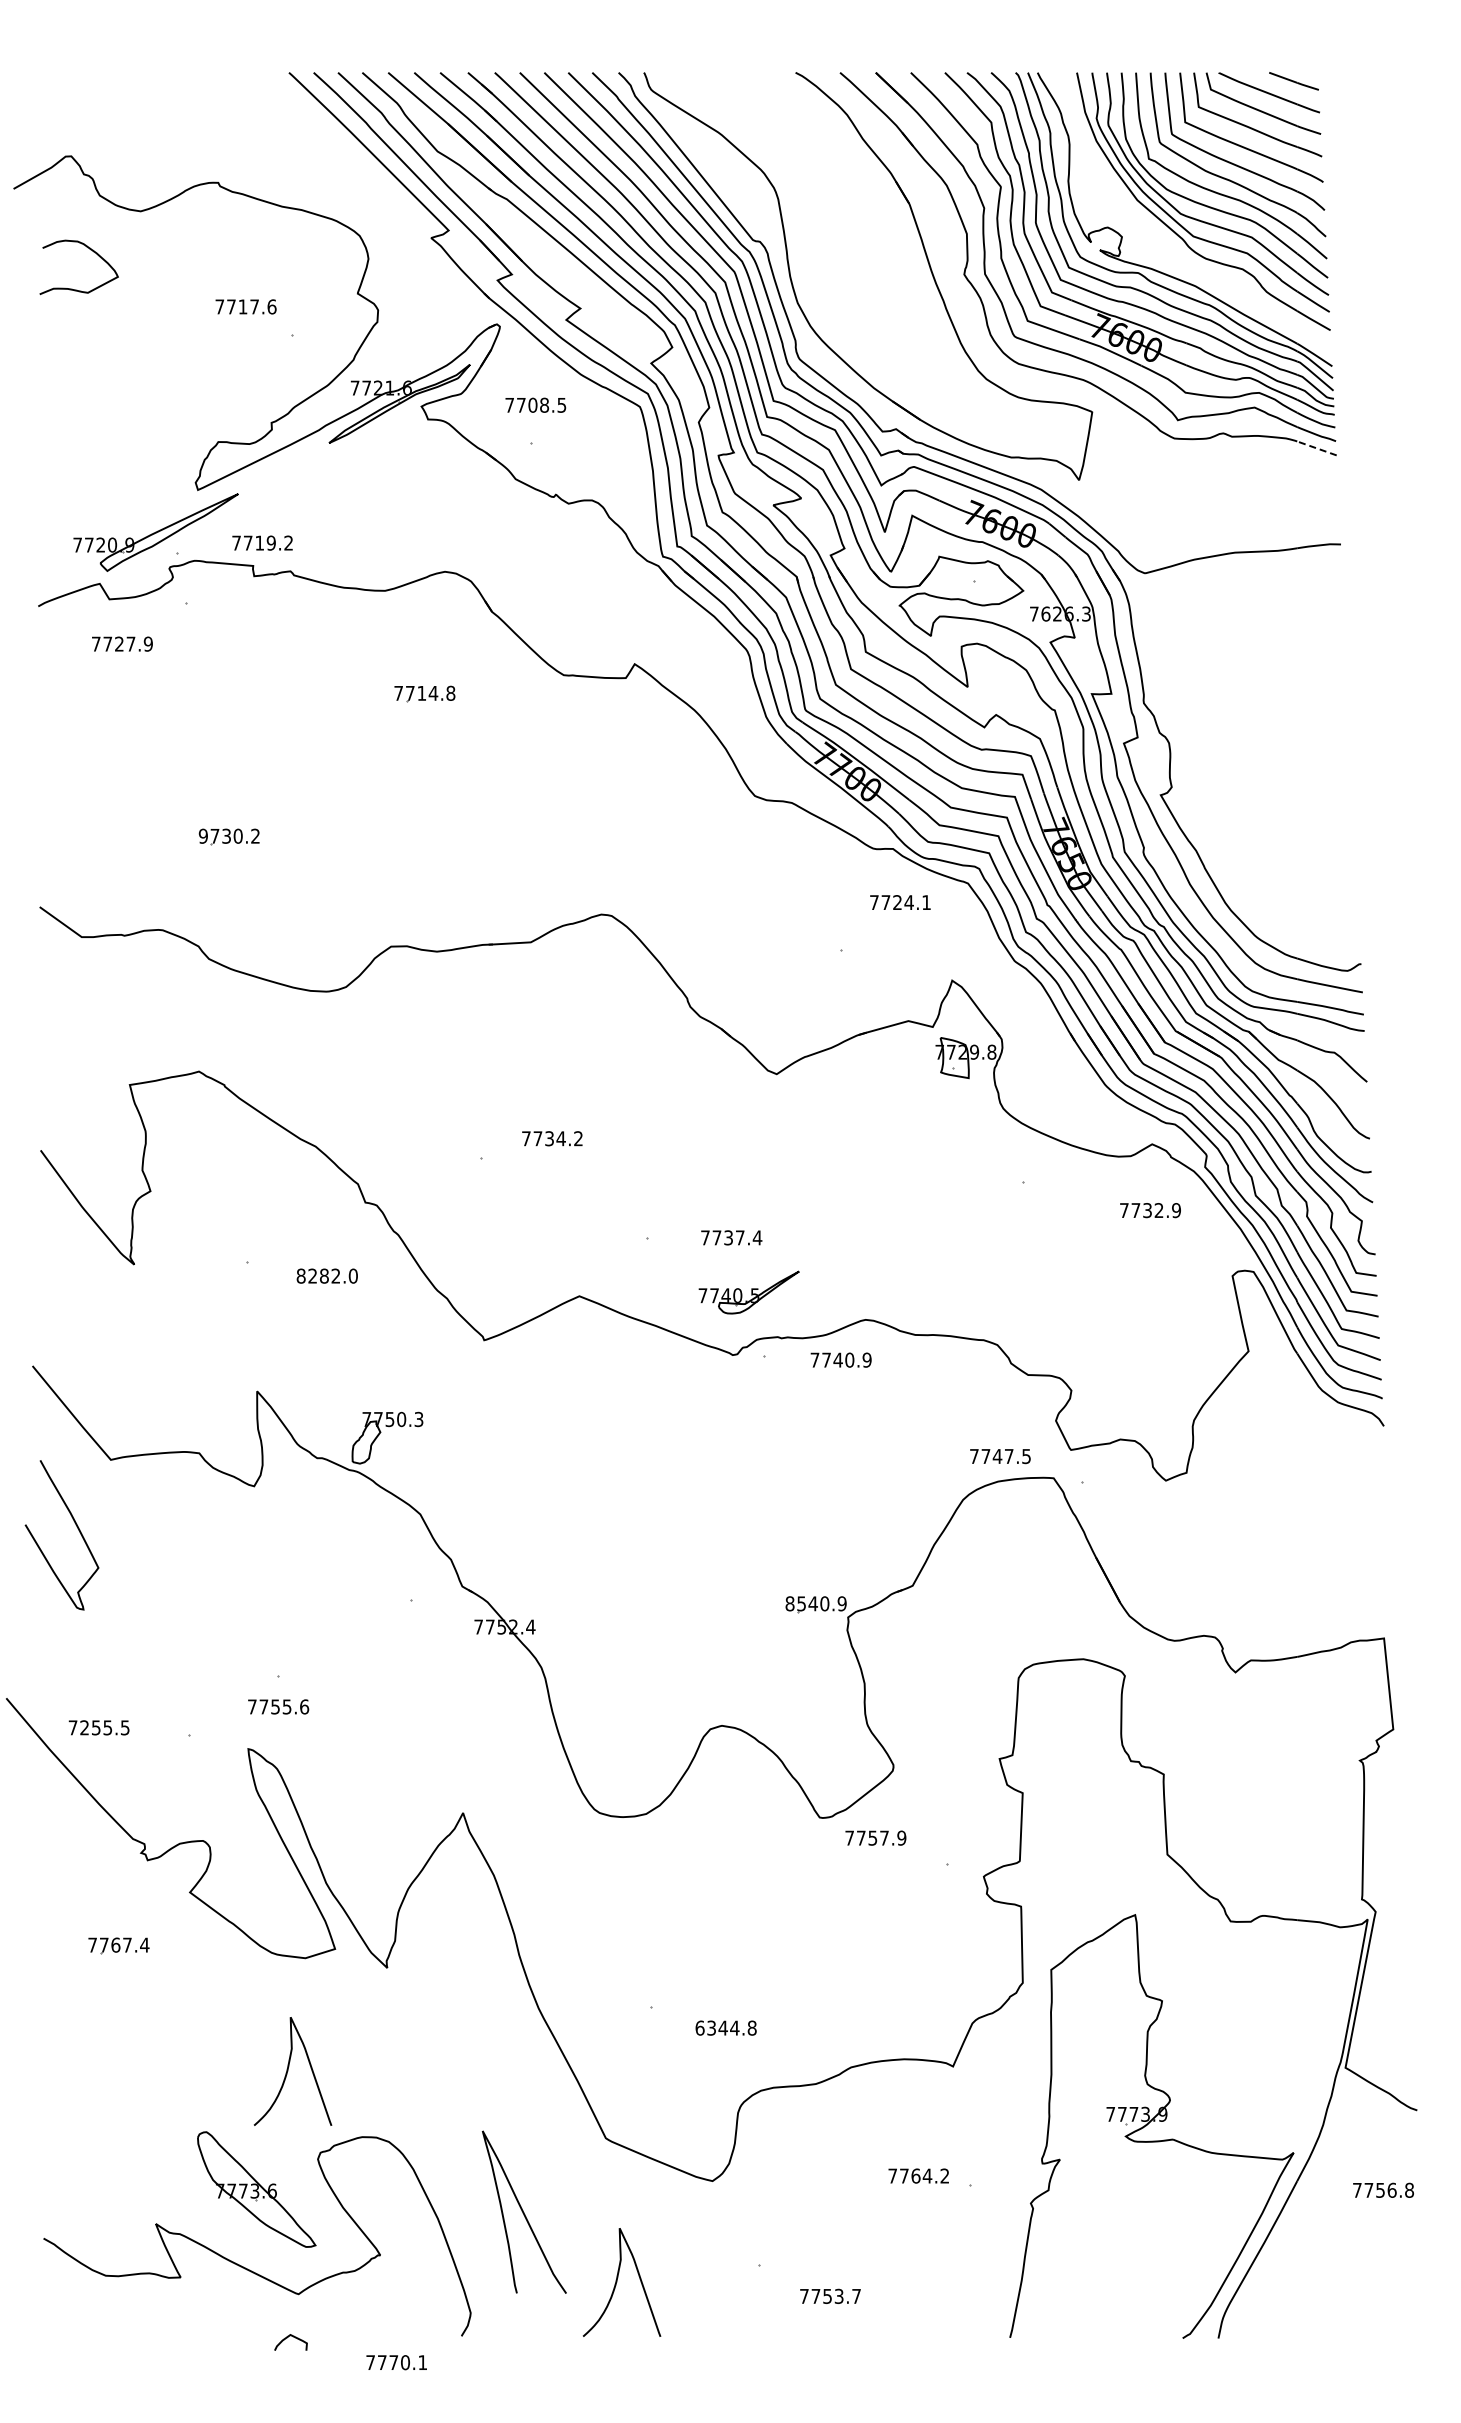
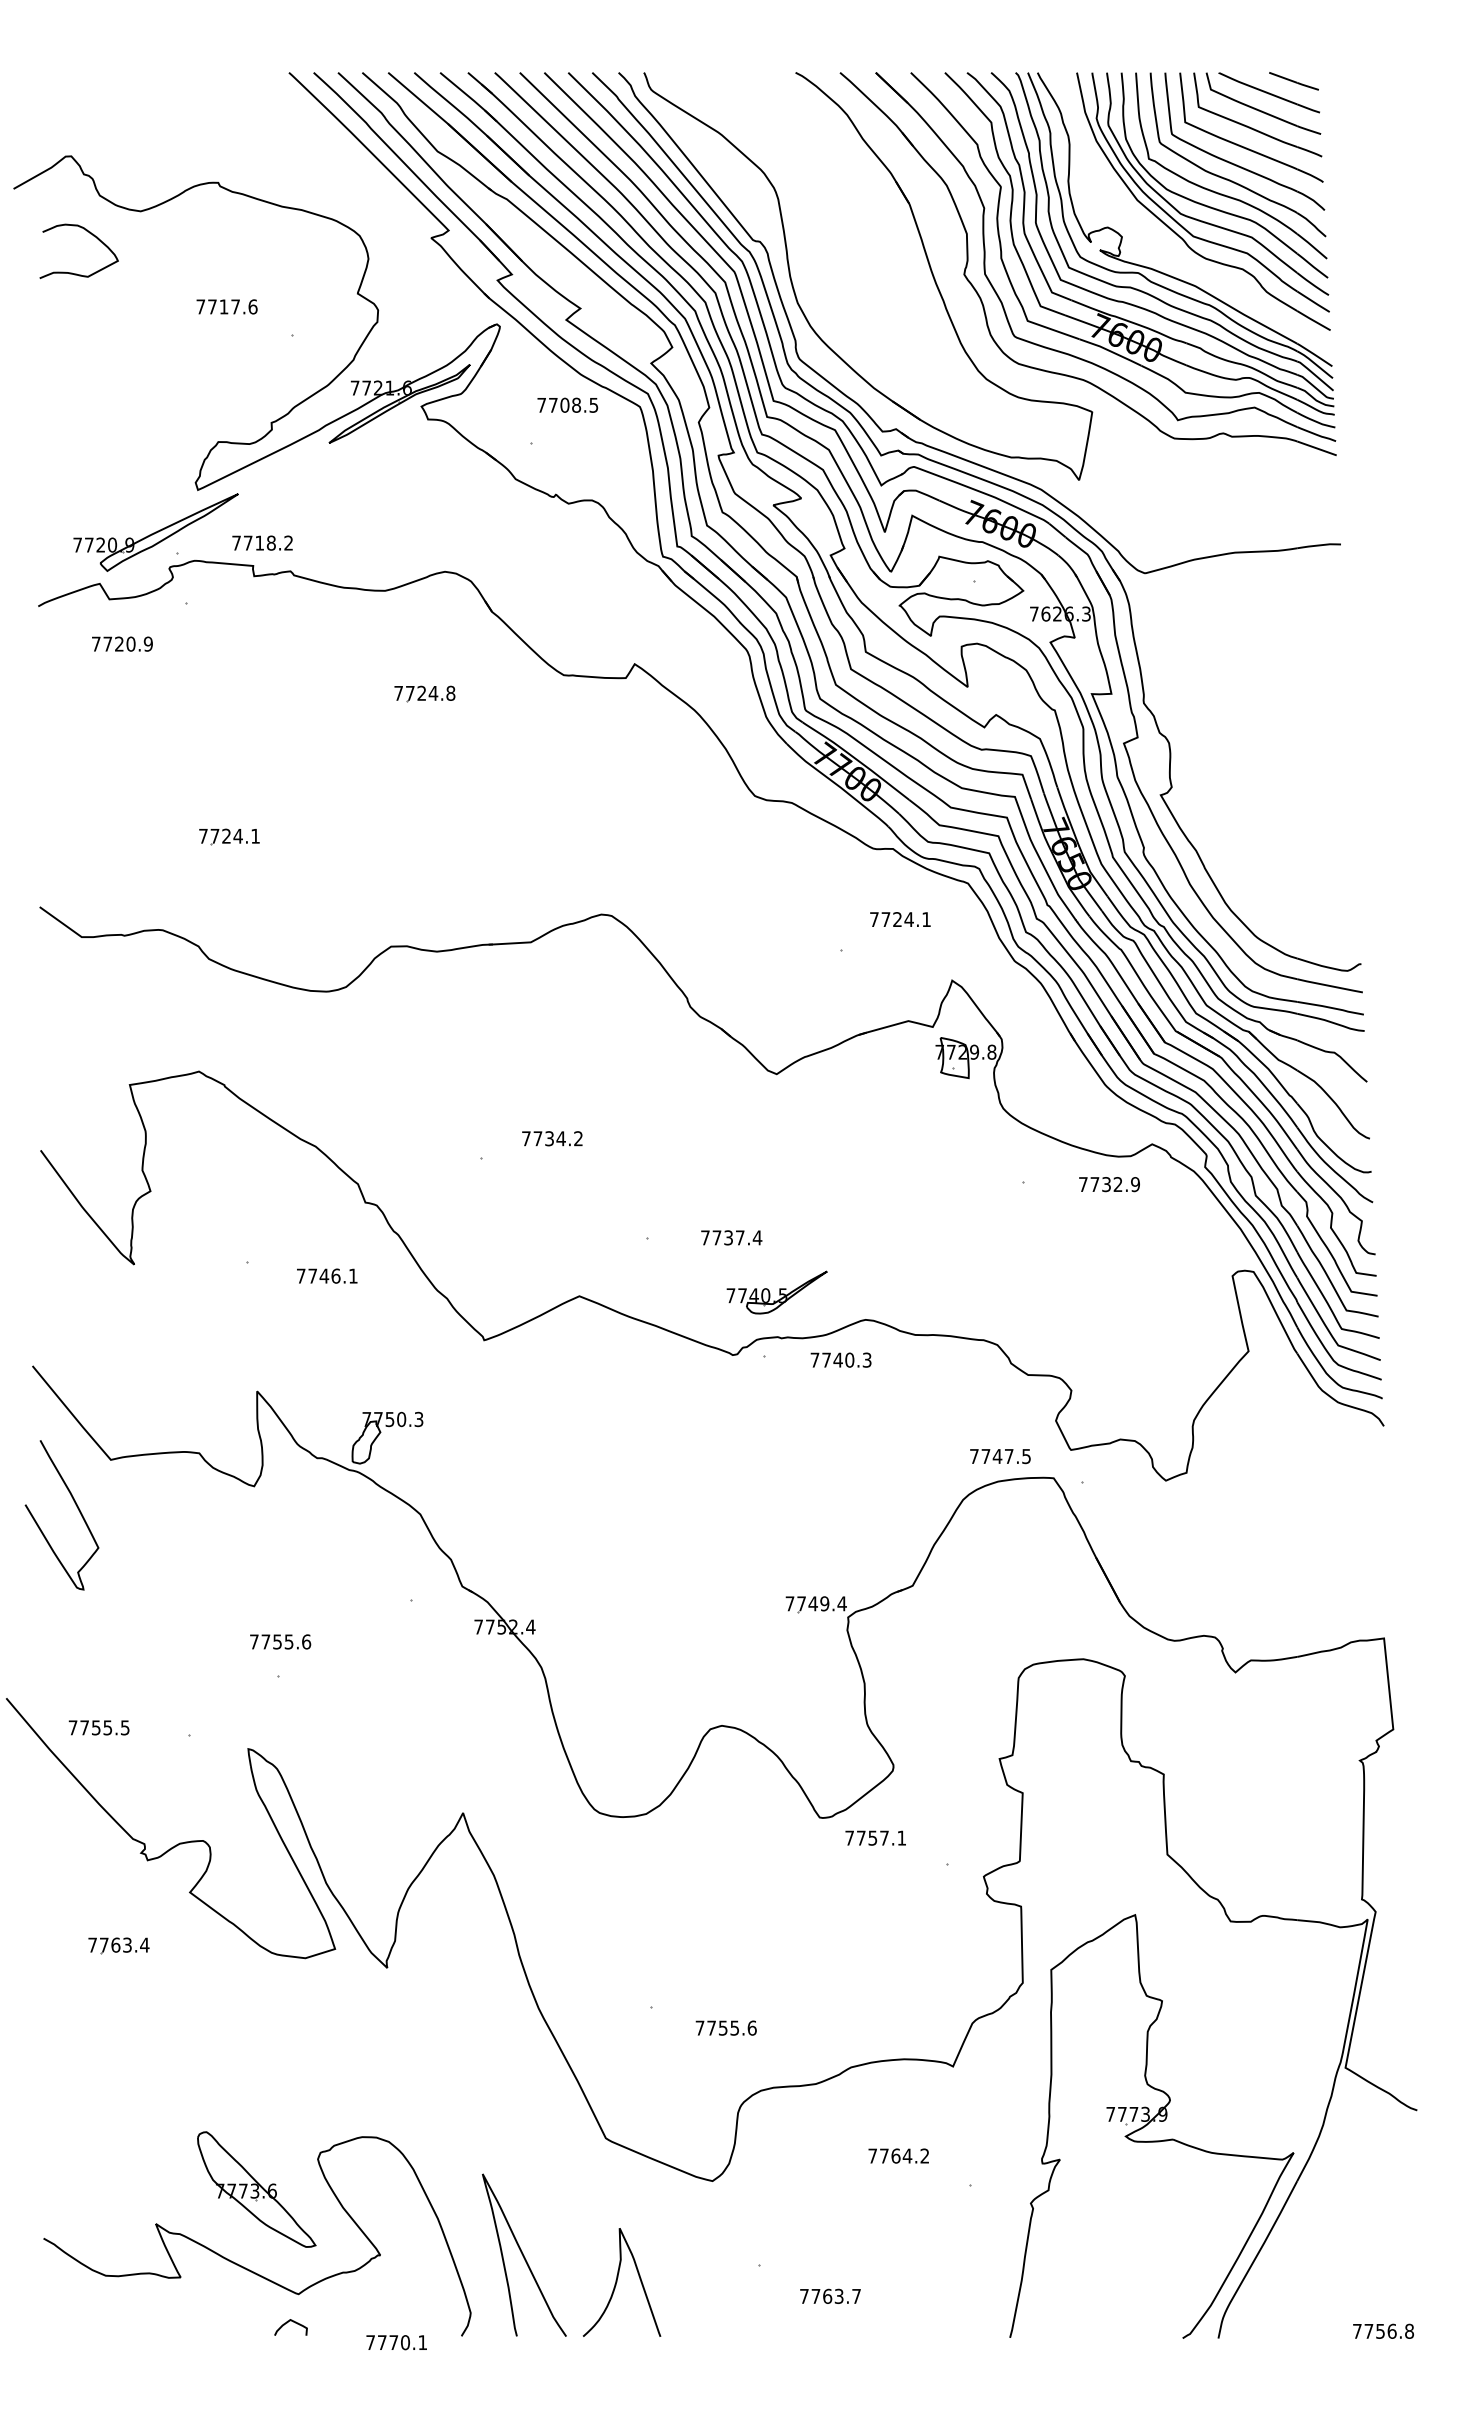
curve at (90, 250) position: (90, 250) -> (90, 234)
text at (245, 306) position: (245, 306) -> (226, 306)
text at (535, 404) position: (535, 404) -> (567, 404)
line at (1317, 448): dashed -> solid
text at (270, 542): 7719.2 -> 7718.2
text at (130, 643): 7727.9 -> 7720.9
text at (421, 692): 7714.8 -> 7724.8
text at (228, 835): 9730.2 -> 7724.1
text at (900, 902) position: (900, 902) -> (900, 919)
text at (1150, 1210) position: (1150, 1210) -> (1109, 1184)
text at (326, 1275): 8282.0 -> 7746.1
part at (748, 1292) position: (748, 1292) -> (776, 1292)
text at (866, 1359): 7740.9 -> 7740.3
curve at (75, 1525) position: (75, 1525) -> (75, 1505)
text at (815, 1603): 8540.9 -> 7749.4
text at (278, 1706) position: (278, 1706) -> (280, 1641)
text at (84, 1727): 7255.5 -> 7755.5
text at (901, 1837): 7757.9 -> 7757.1
text at (127, 1944): 7767.4 -> 7763.4
text at (725, 2027): 6344.8 -> 7755.6
curve at (288, 2071): present -> none
text at (918, 2175) position: (918, 2175) -> (898, 2155)
text at (1383, 2189) position: (1383, 2189) -> (1383, 2330)
curve at (523, 2211) position: (523, 2211) -> (523, 2254)
text at (827, 2295): 7753.7 -> 7763.7
curve at (287, 2338) position: (287, 2338) -> (287, 2323)
text at (396, 2362) position: (396, 2362) -> (396, 2342)
